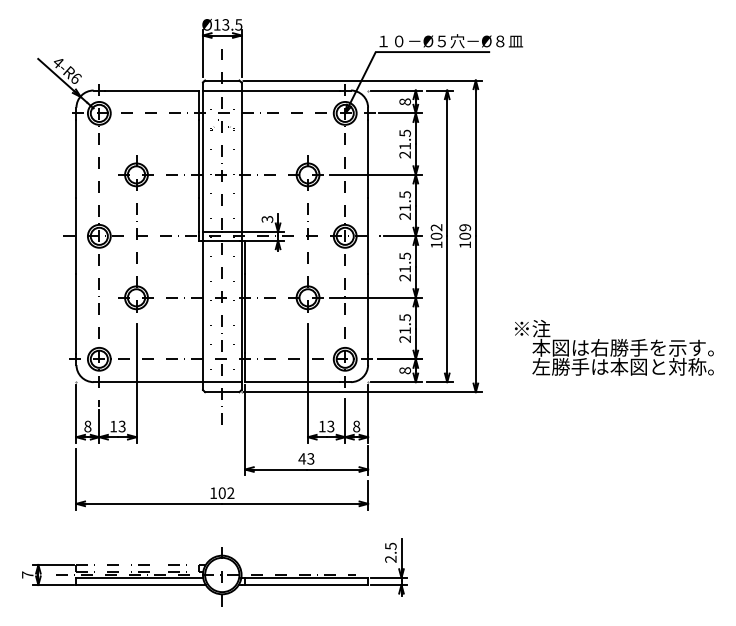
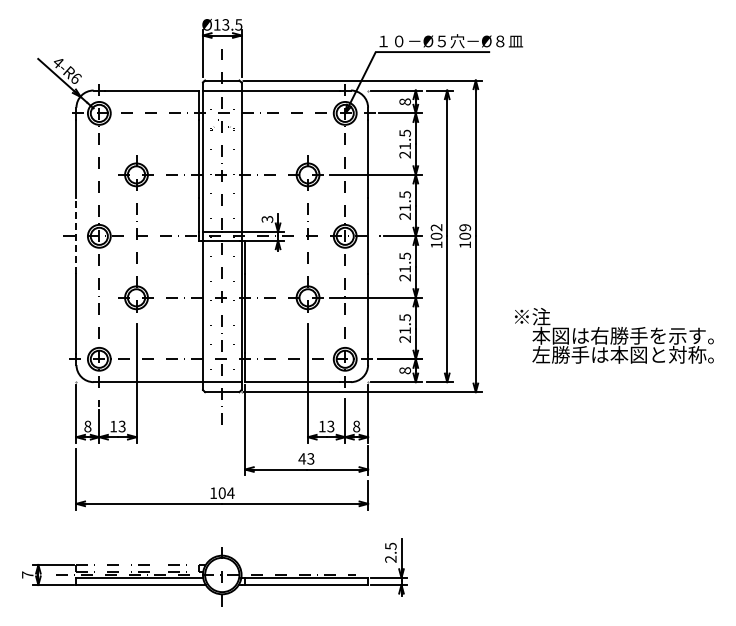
line at (76, 236): solid -> dashed
text at (614, 347) position: (614, 347) -> (614, 335)
text at (230, 492): 102 -> 104
